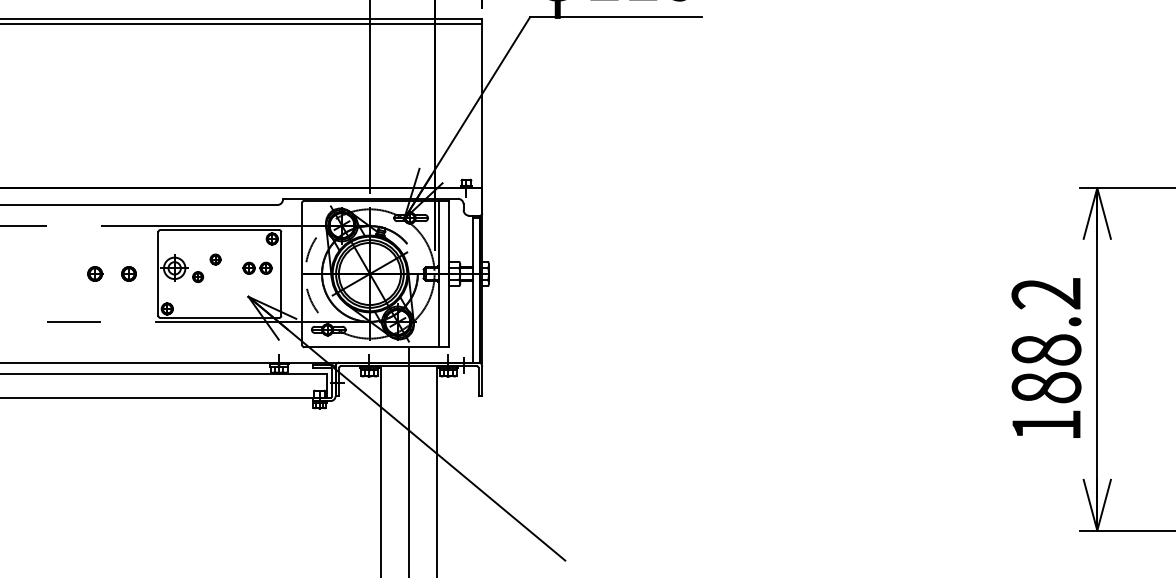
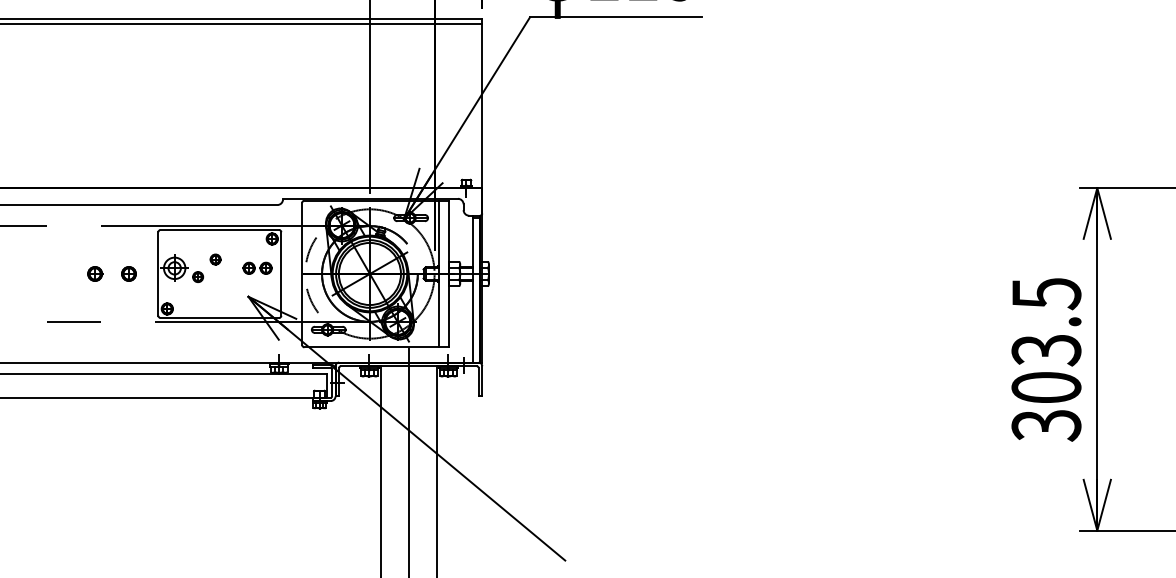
text at (1046, 359): 188.2 -> 303.5
